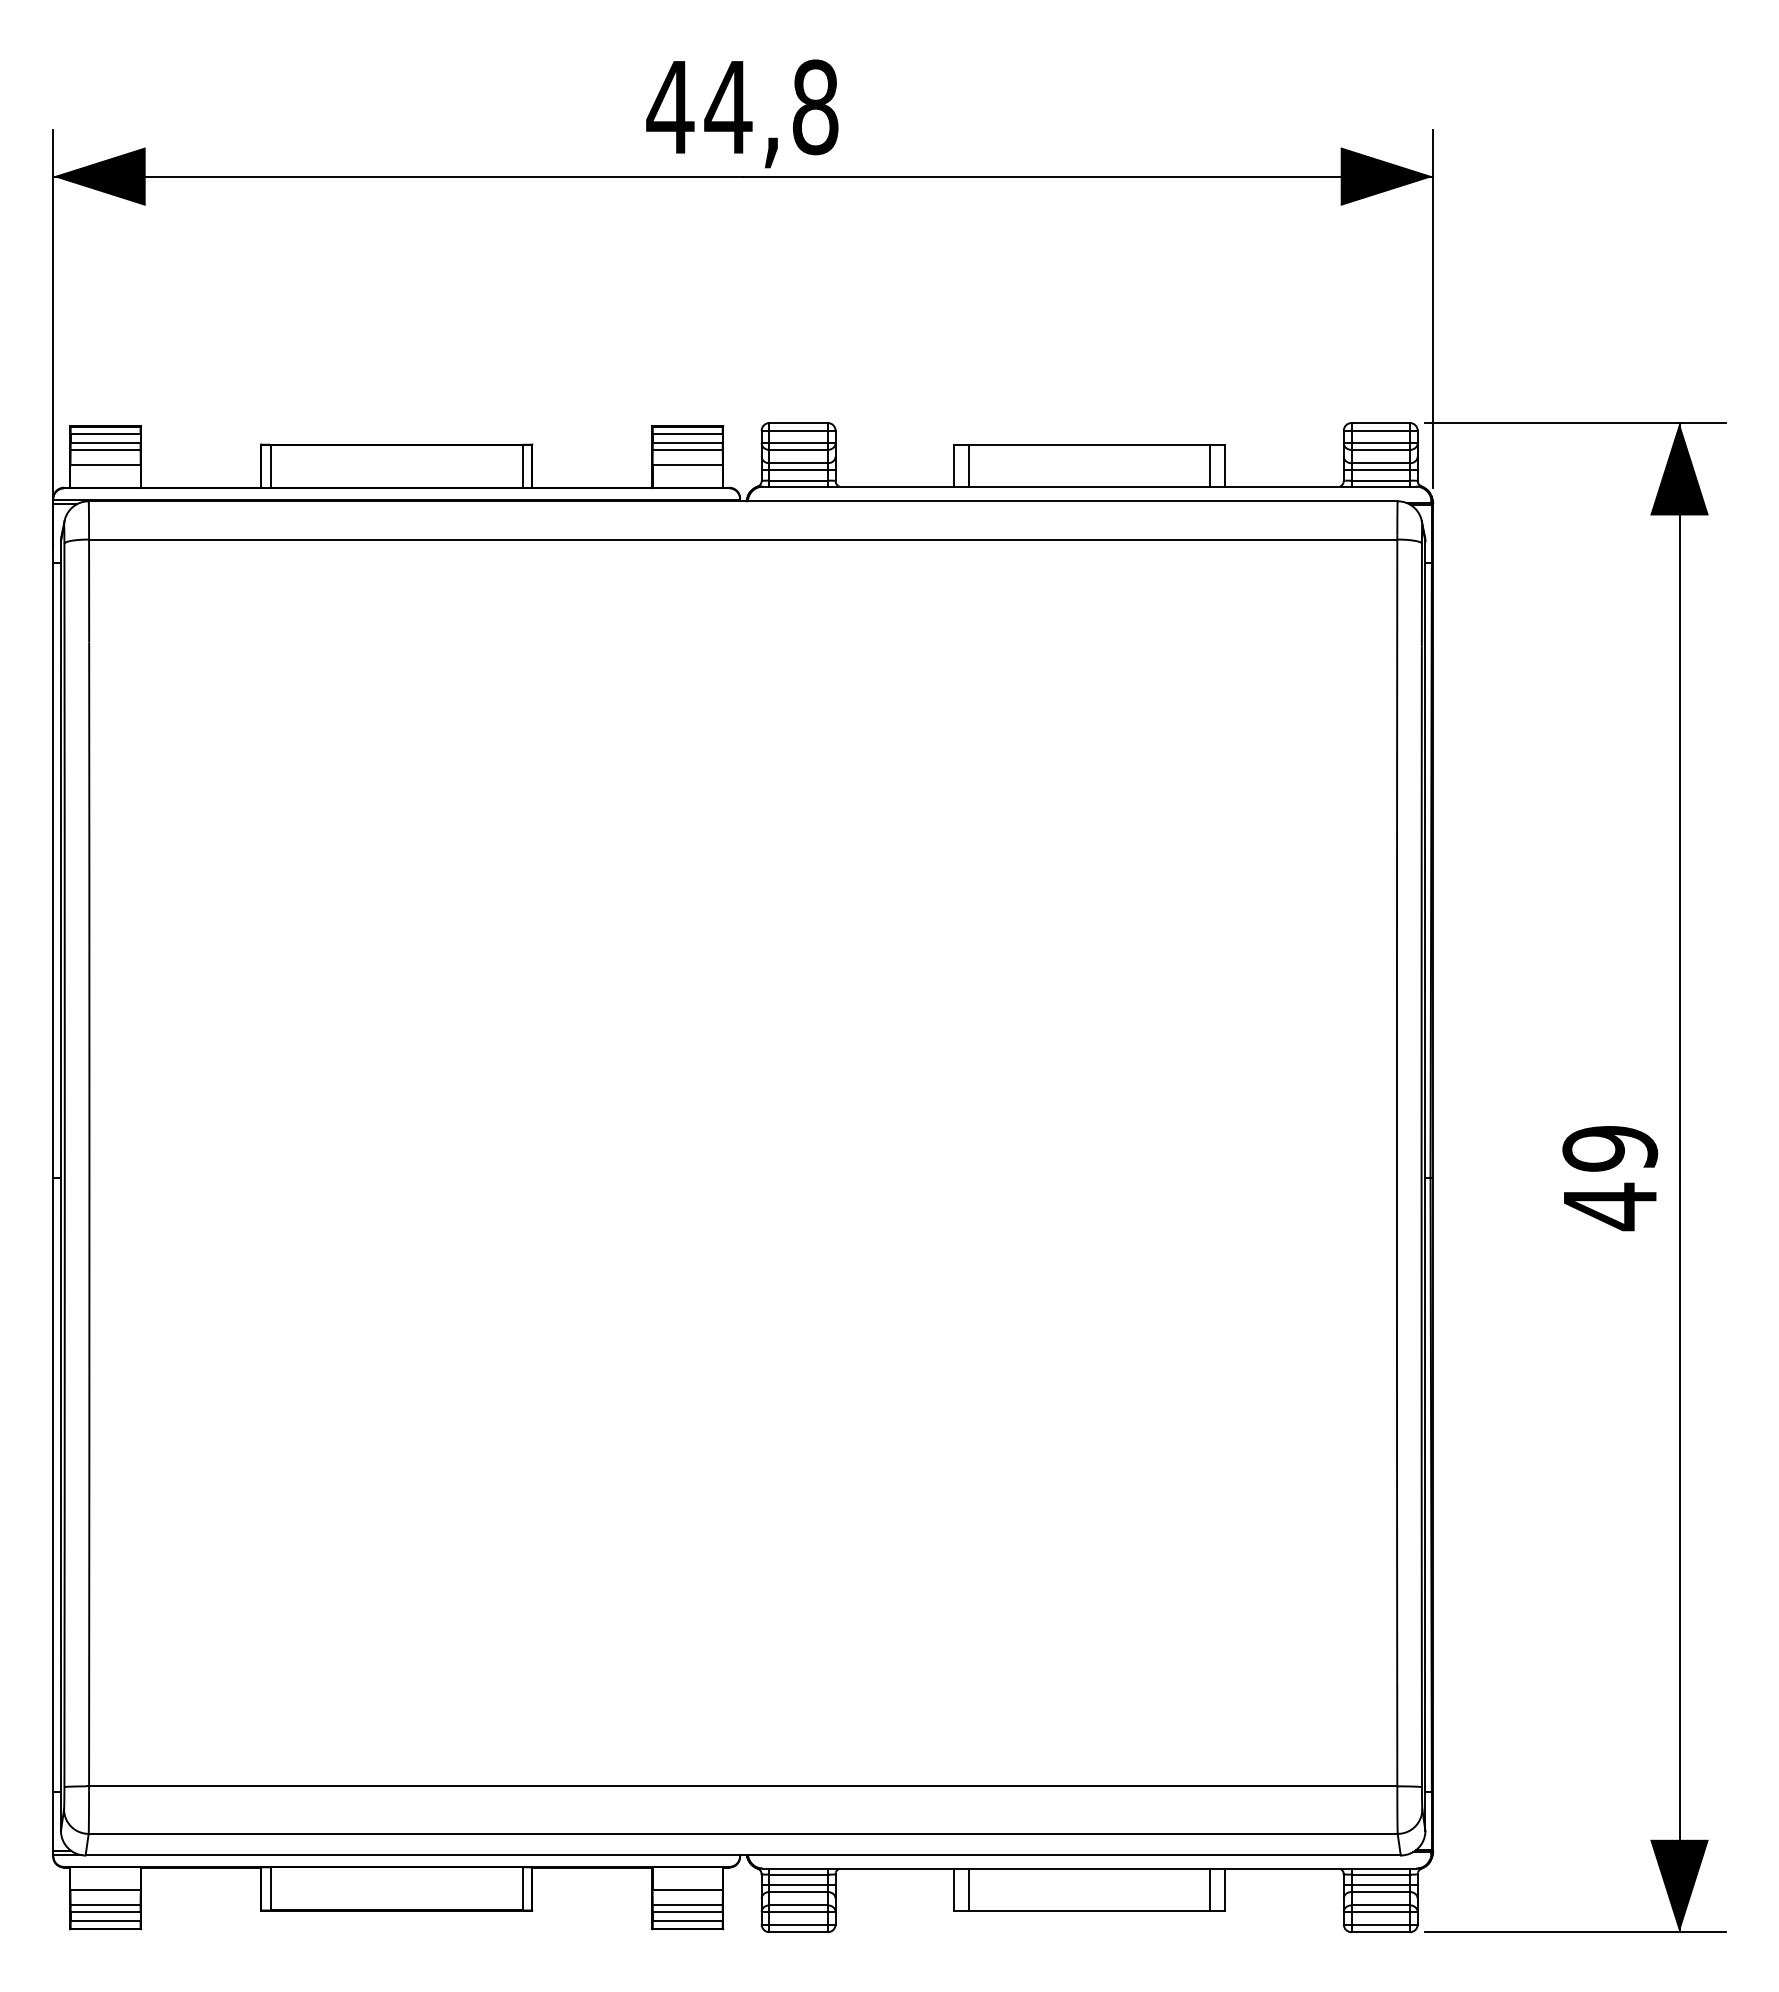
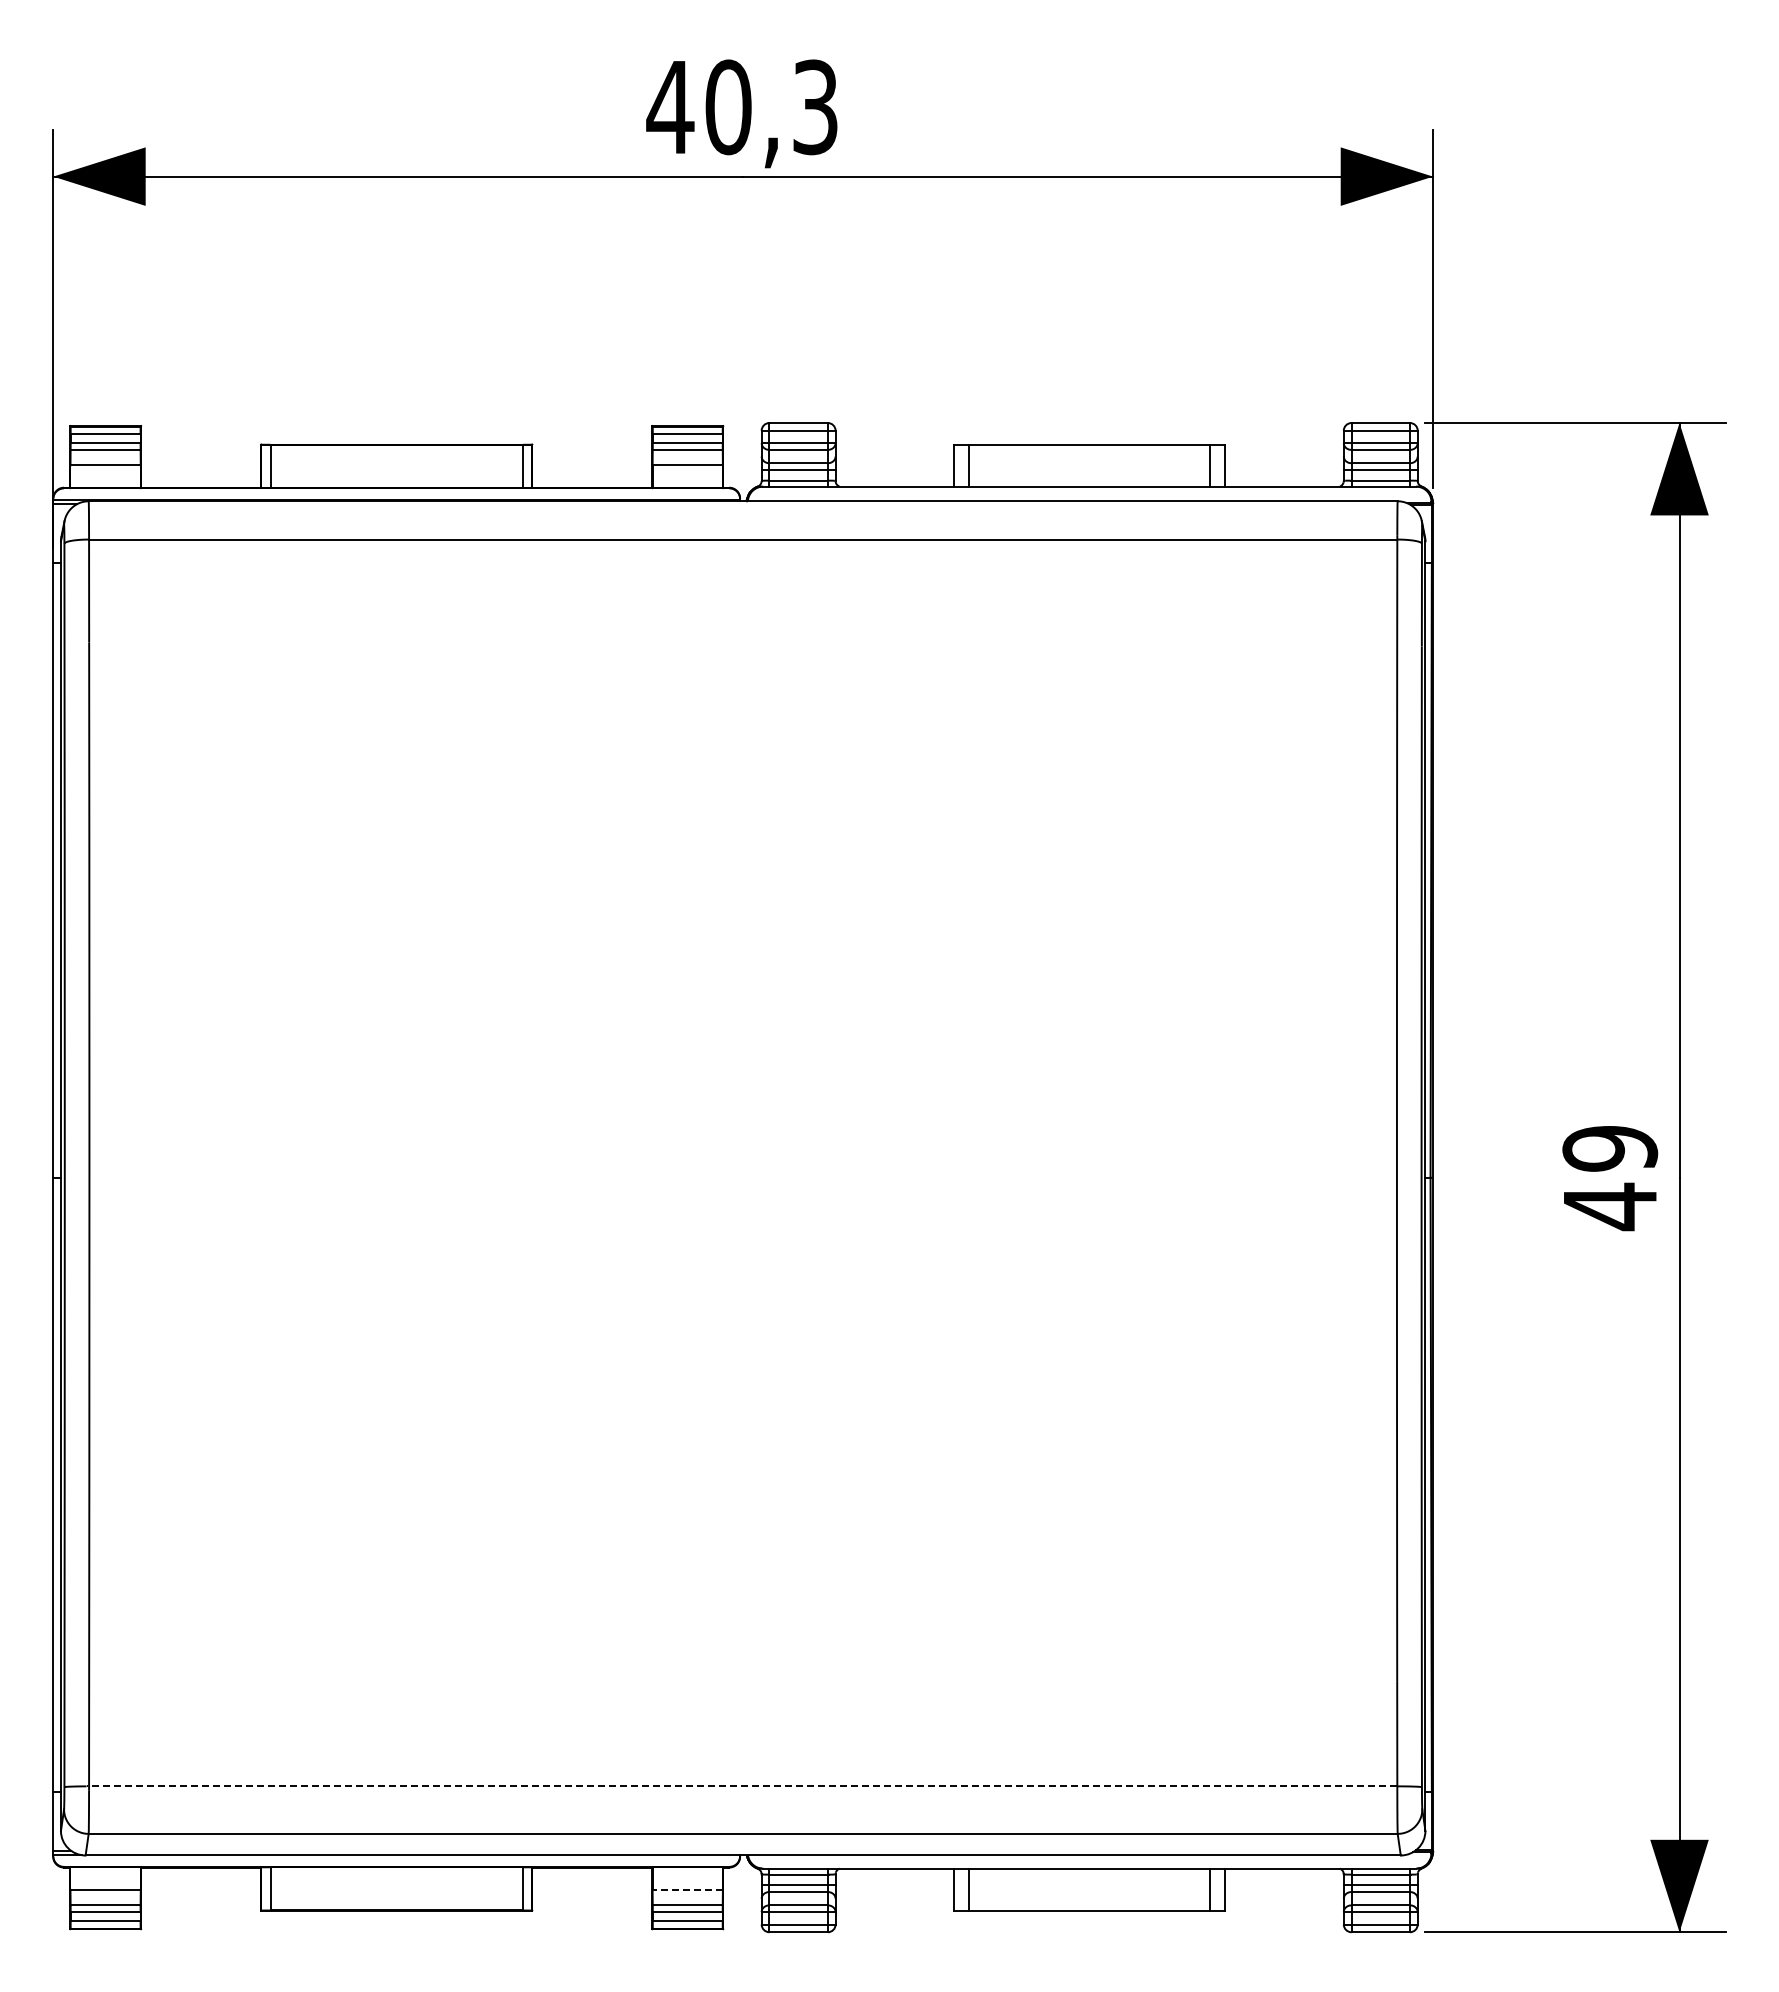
text at (771, 107): 44,8 -> 40,3
line at (741, 1786): solid -> dashed
line at (687, 1889): solid -> dashed
